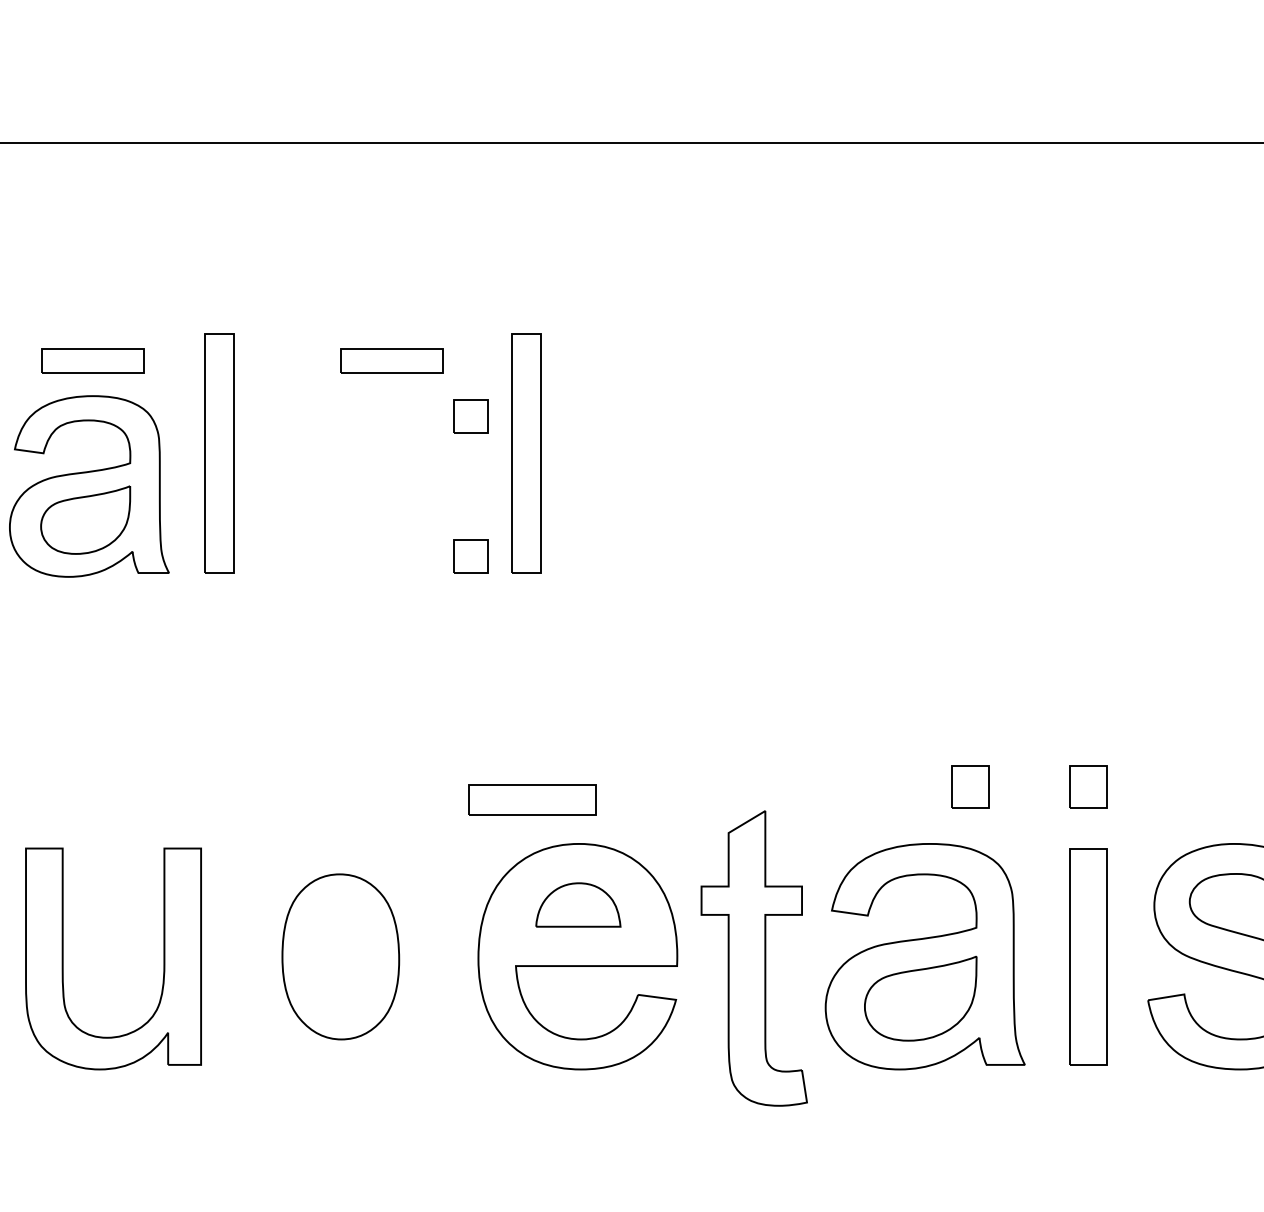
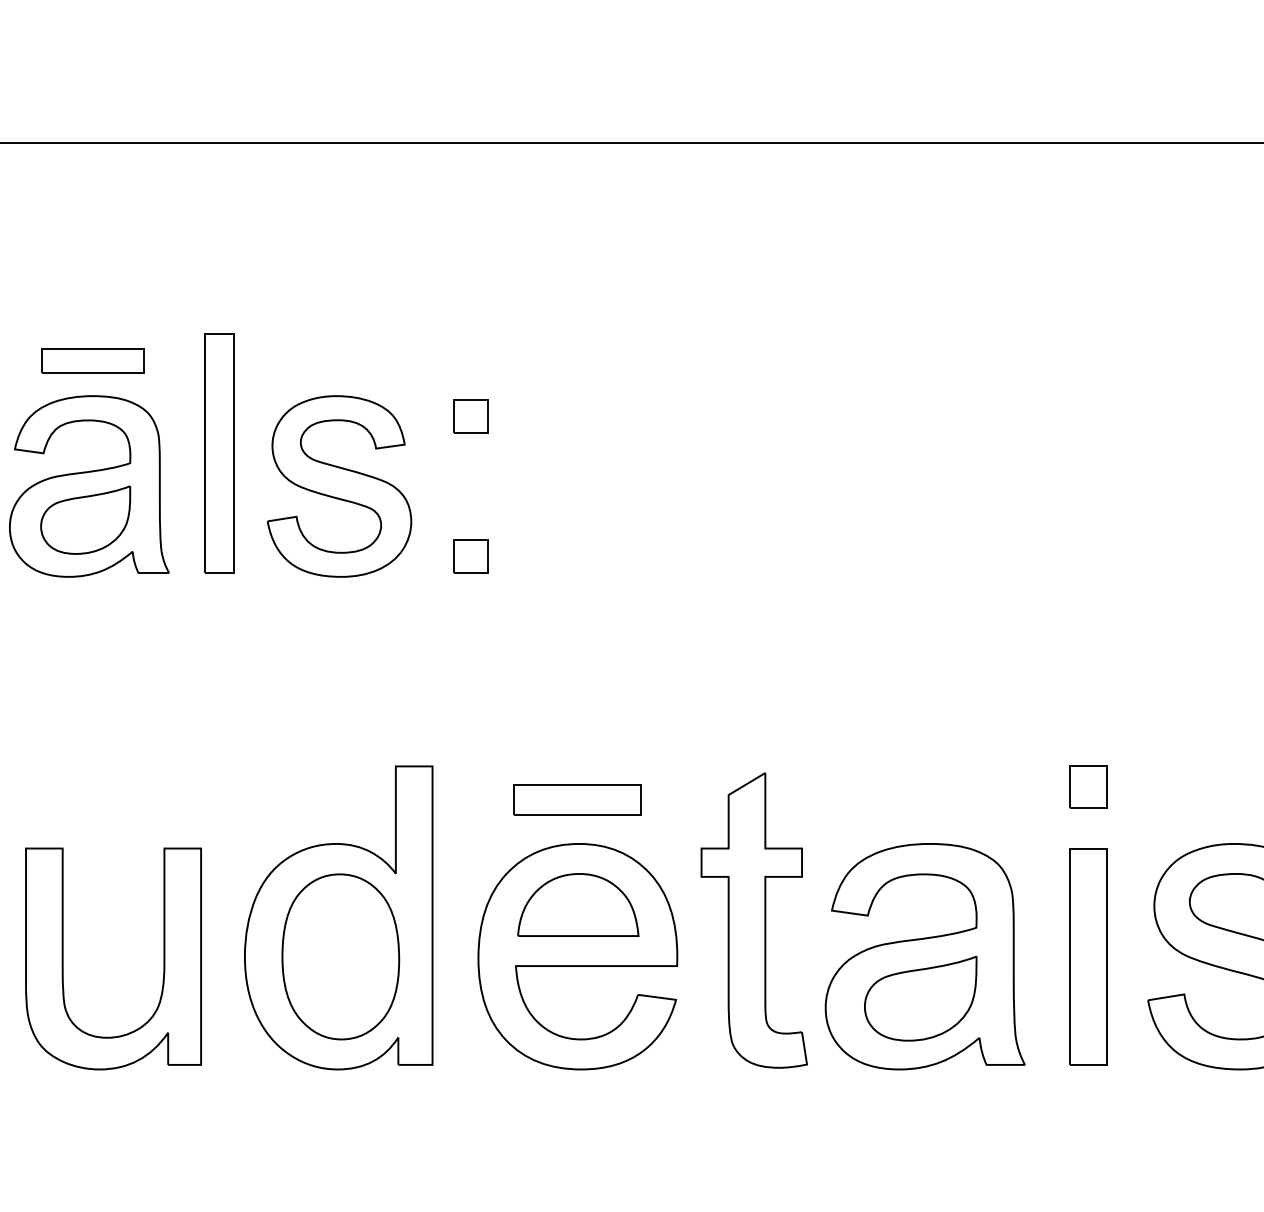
part at (391, 360): present -> none
part at (526, 453): present -> none
part at (339, 486): none -> present
part at (970, 786): present -> none
part at (532, 799) position: (532, 799) -> (577, 799)
part at (578, 904) size: 87x46 px -> 123x64 px
part at (338, 917): none -> present
part at (753, 958) position: (753, 958) -> (753, 920)
